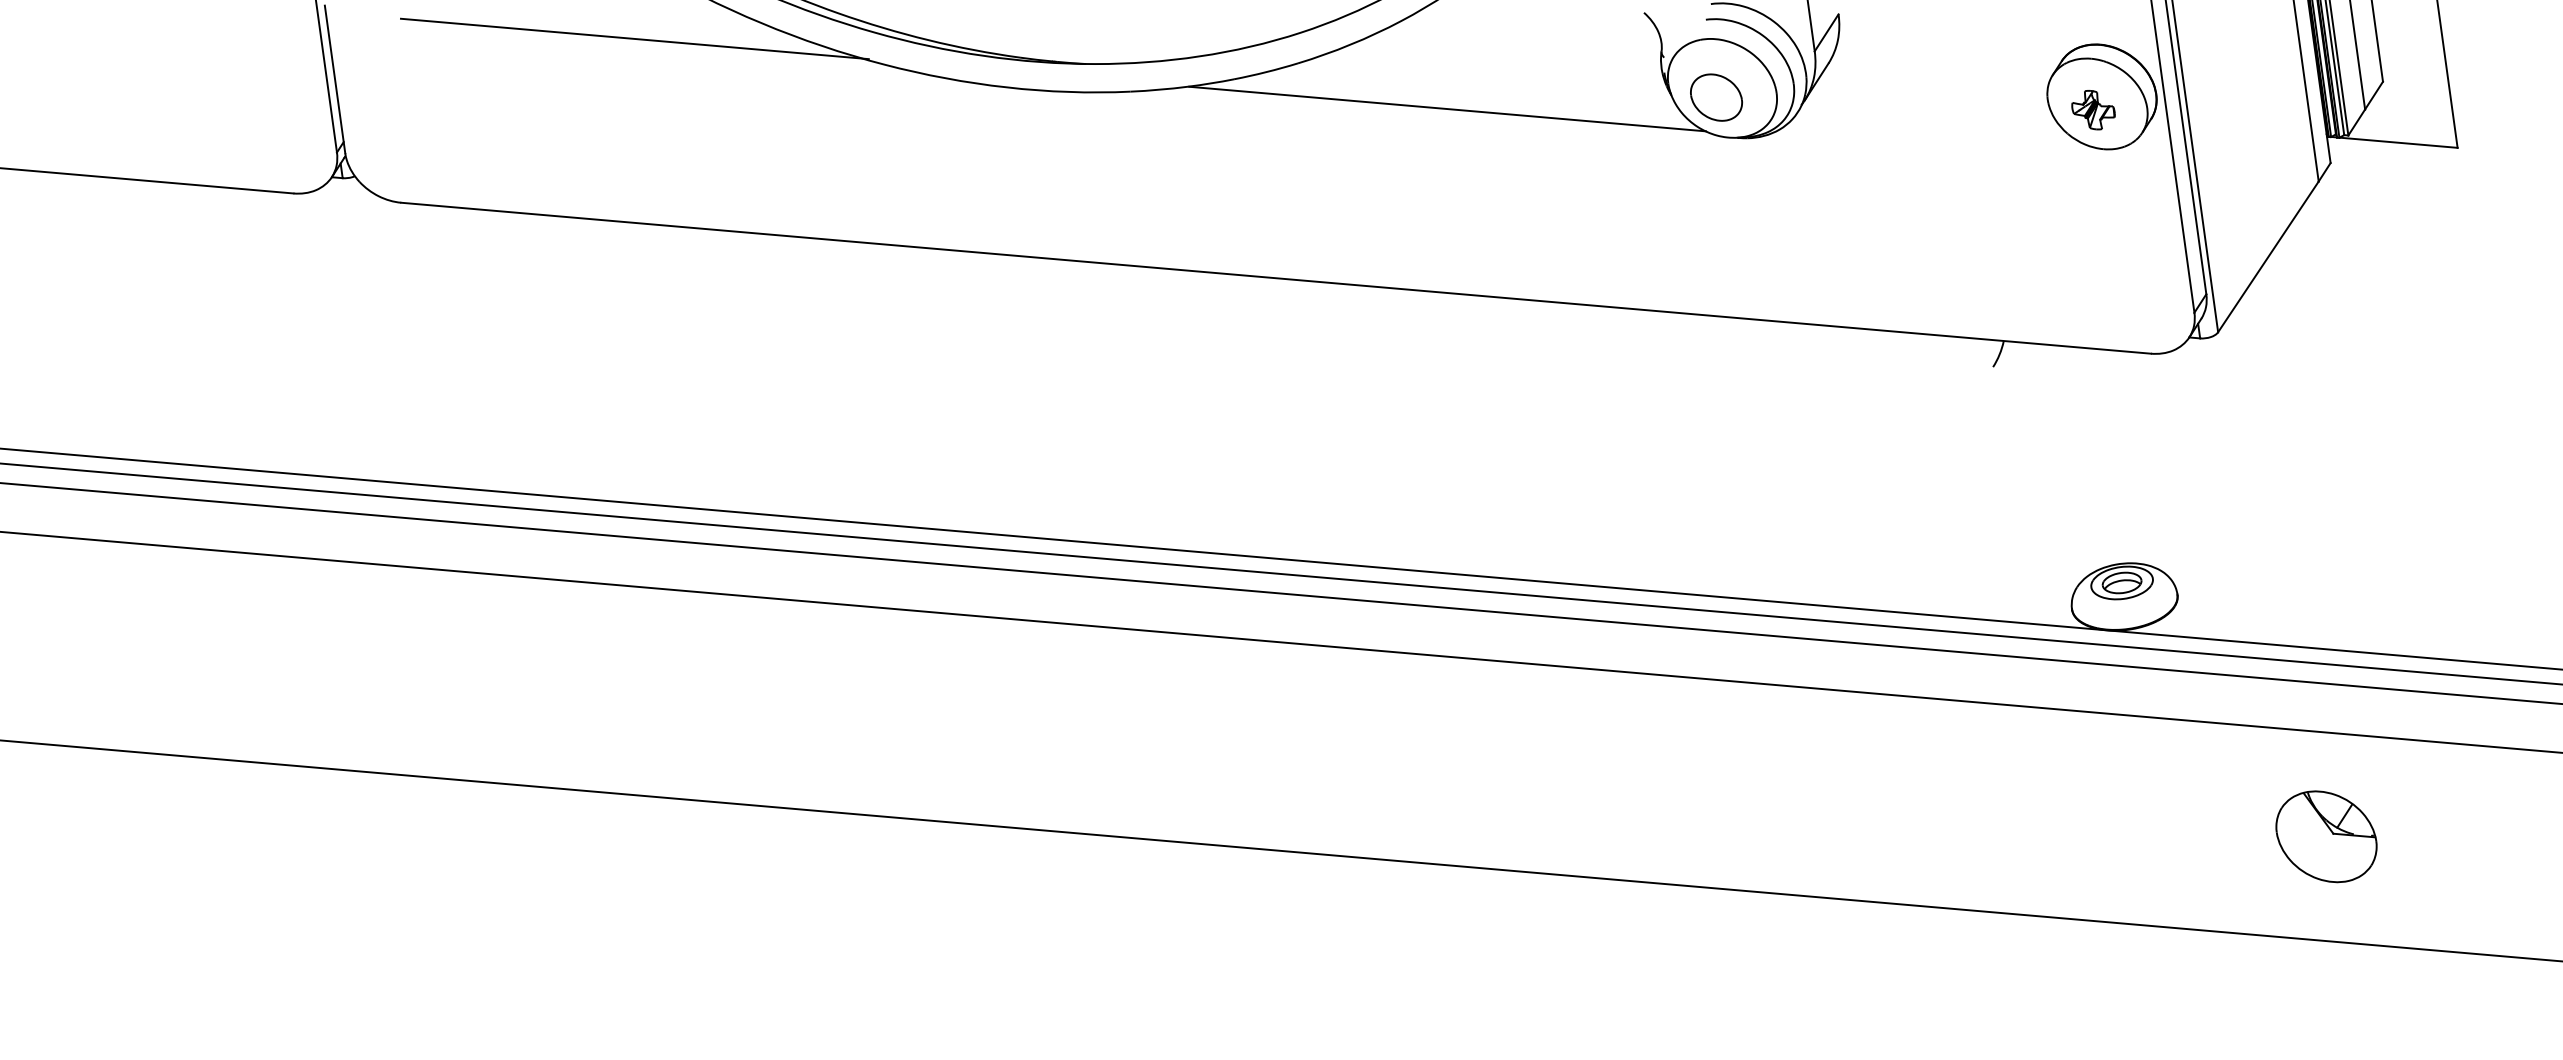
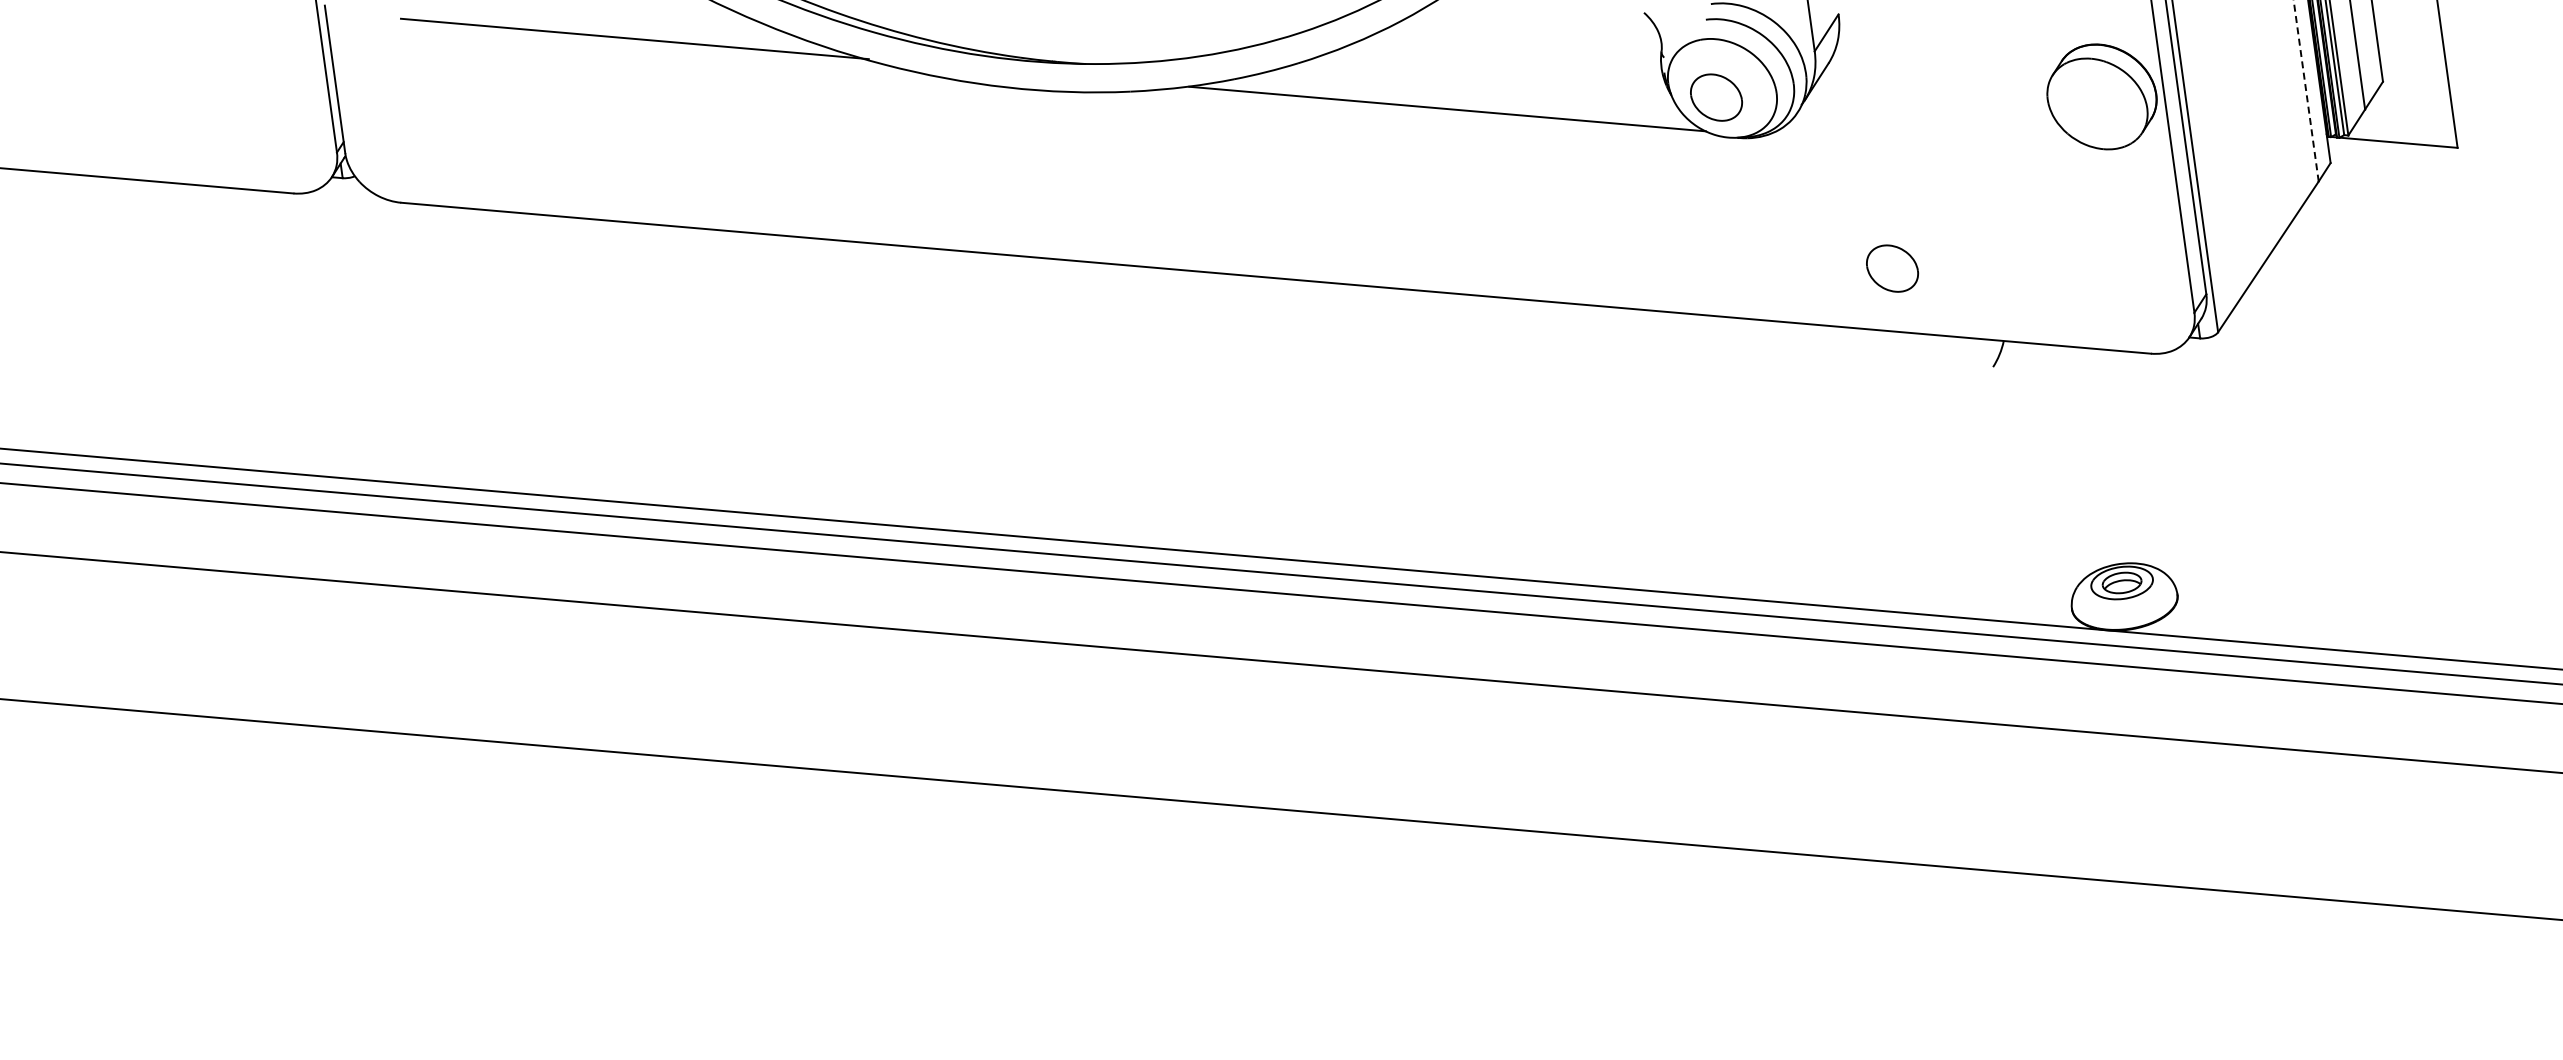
line at (2306, 91): solid -> dashed
part at (2093, 110): present -> none
part at (1892, 268): none -> present
line at (1280, 642) position: (1280, 642) -> (1280, 662)
part at (2326, 836): present -> none
line at (1280, 850) position: (1280, 850) -> (1280, 809)
